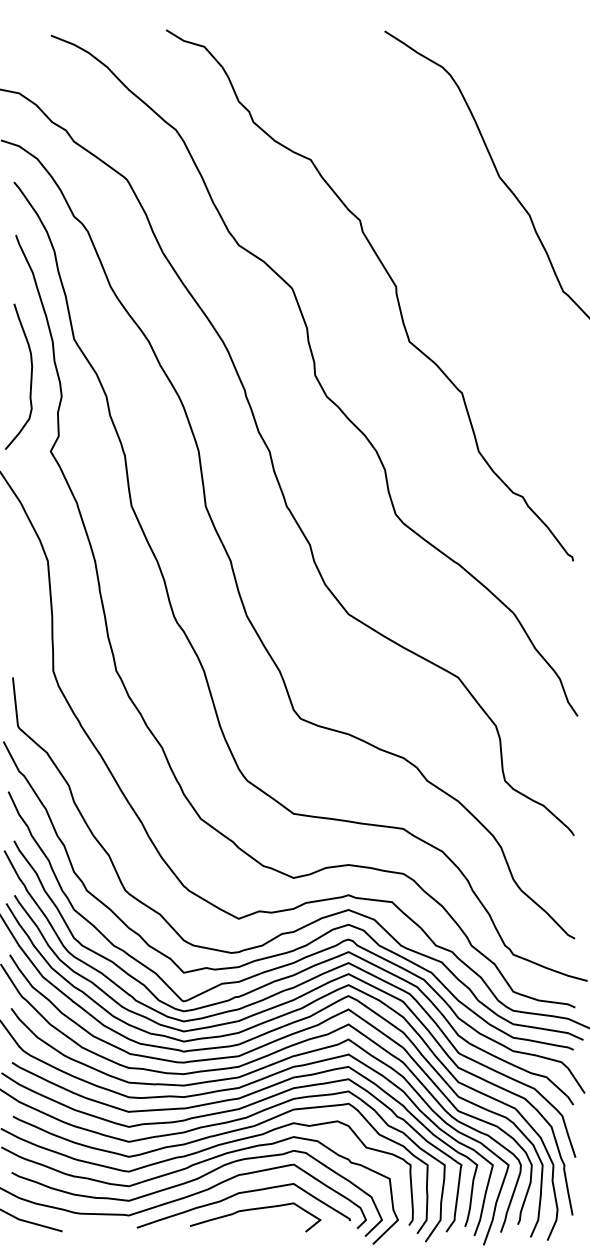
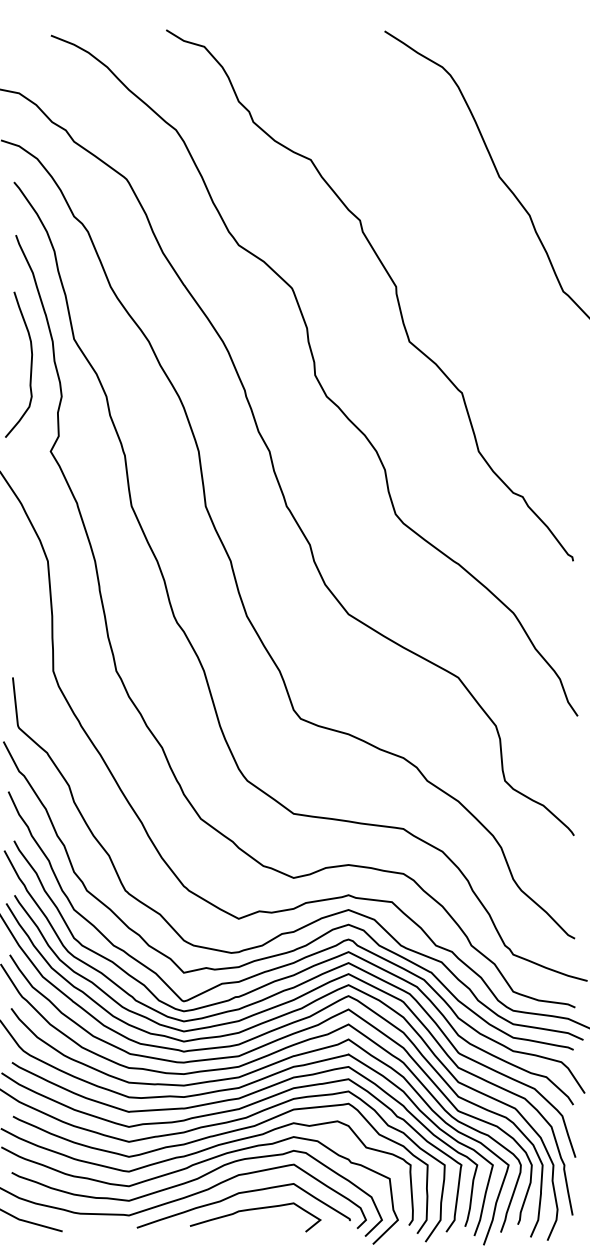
curve at (30, 376) position: (30, 376) -> (30, 364)
